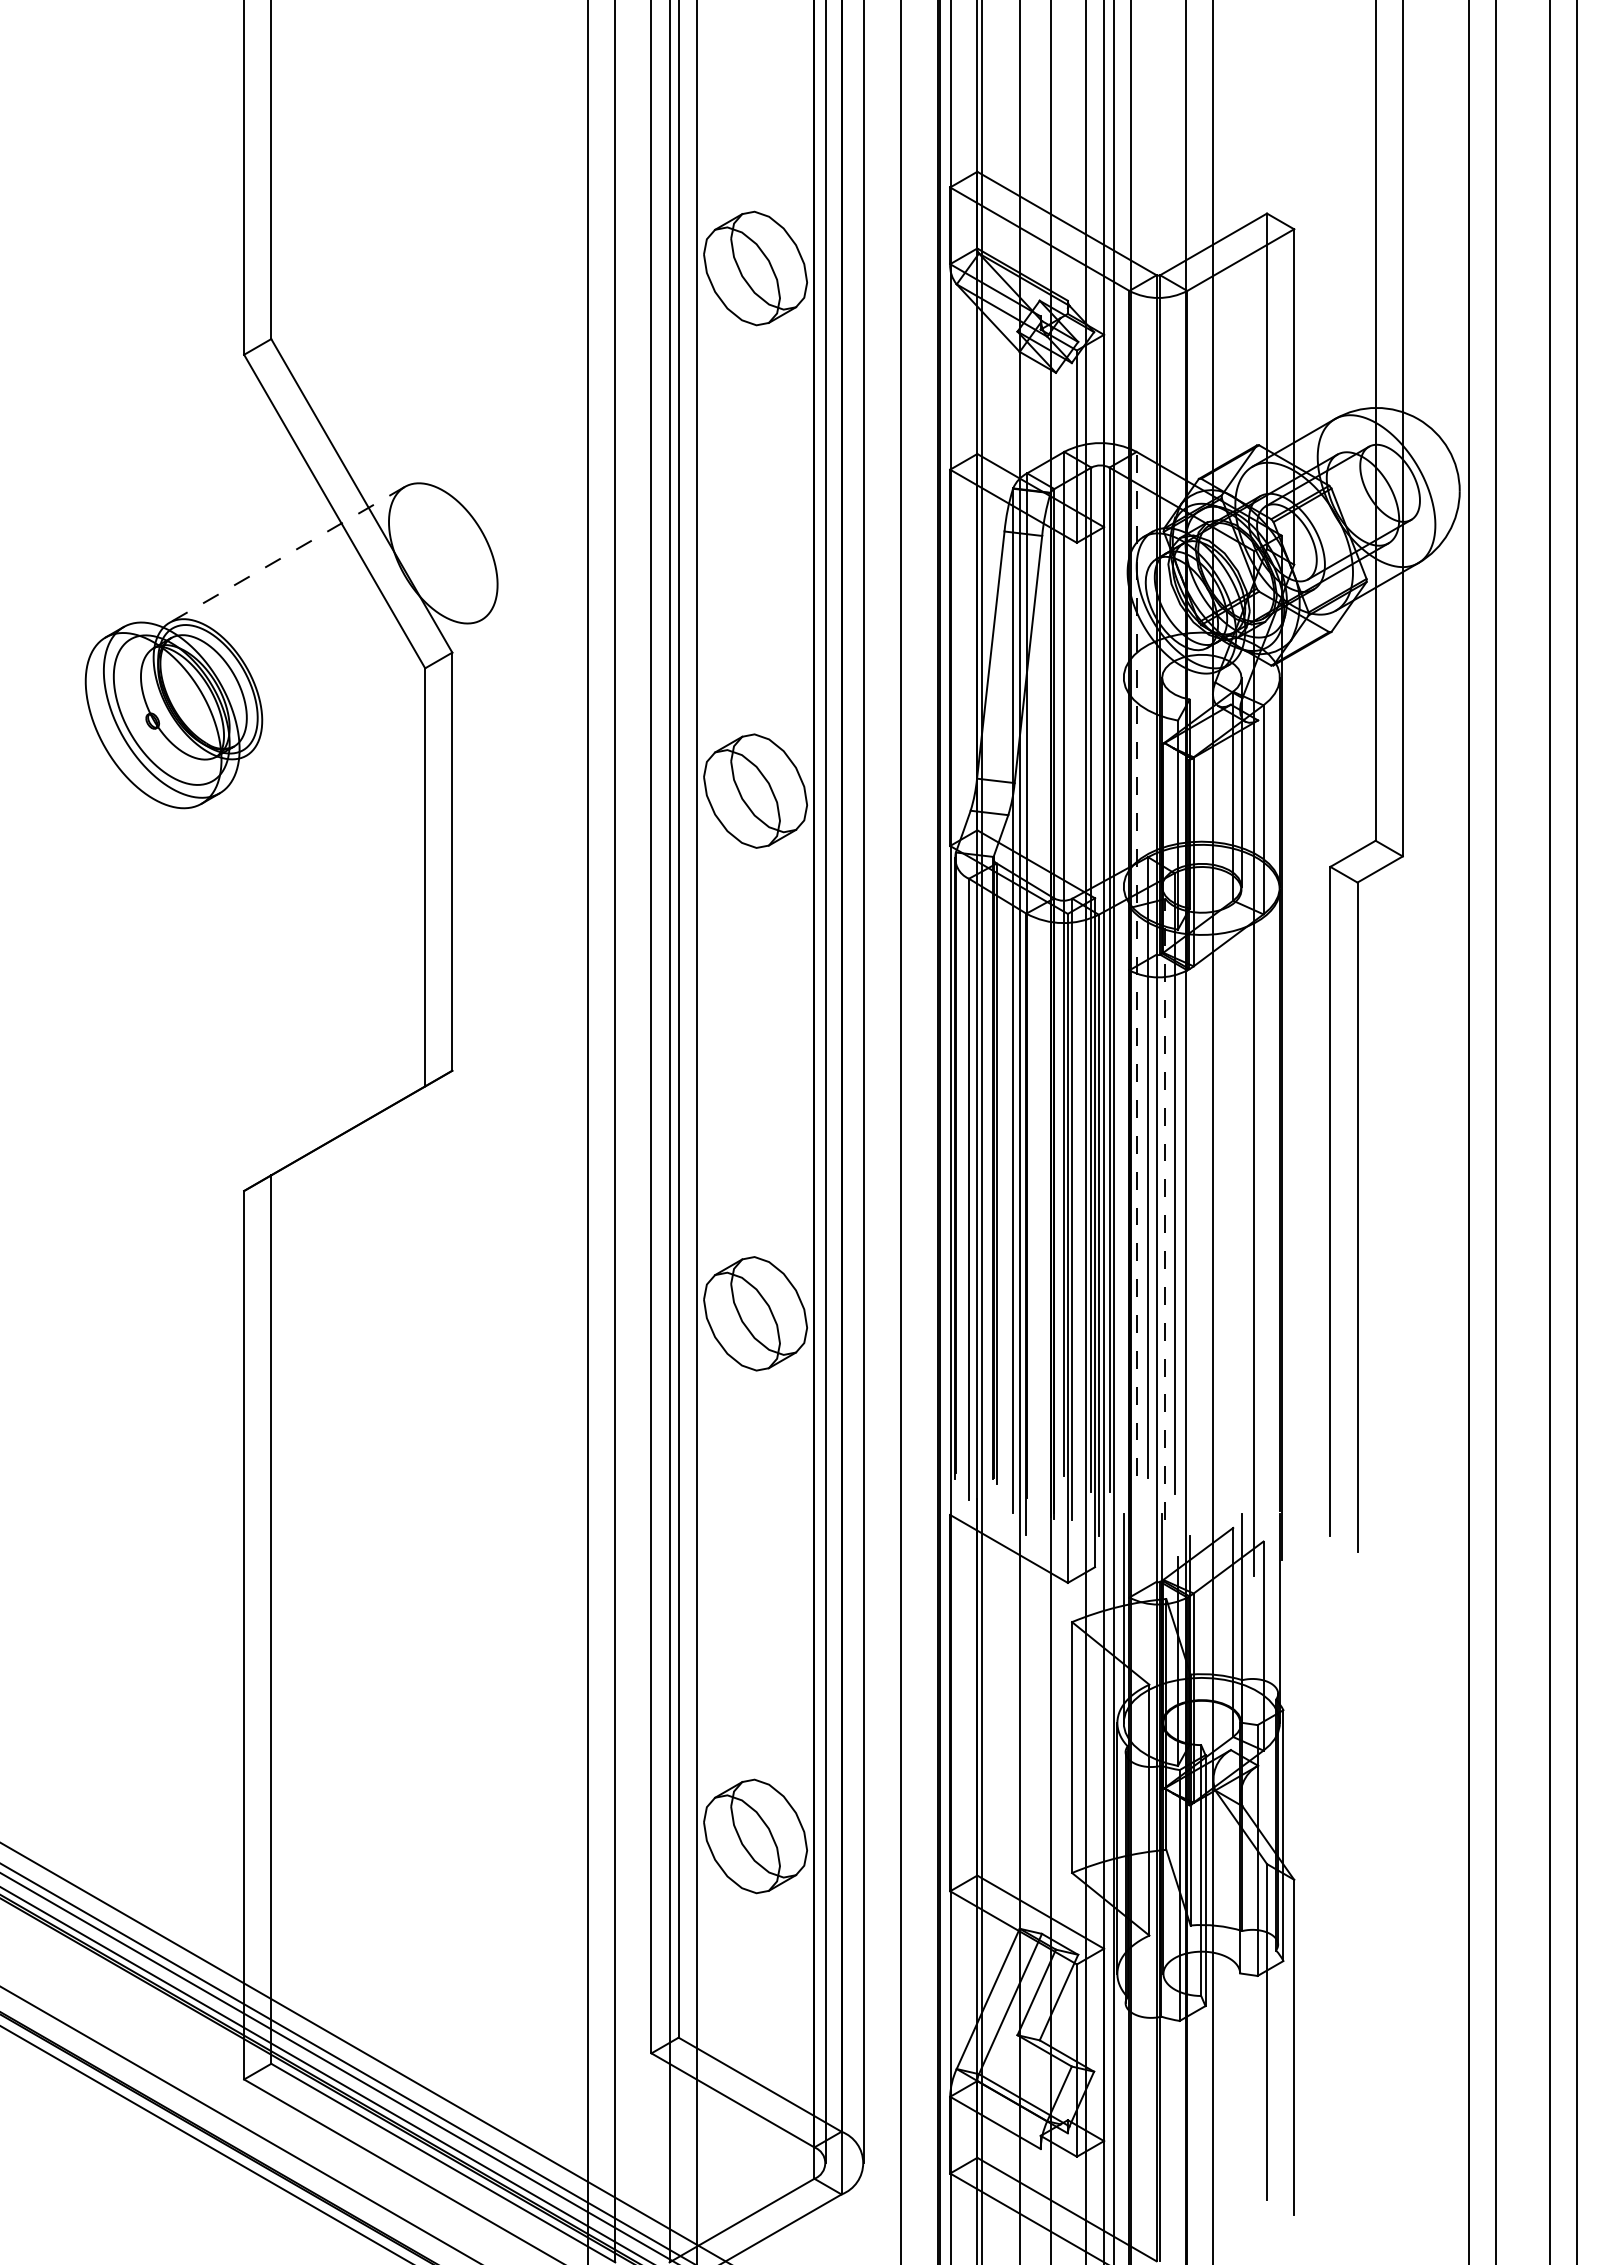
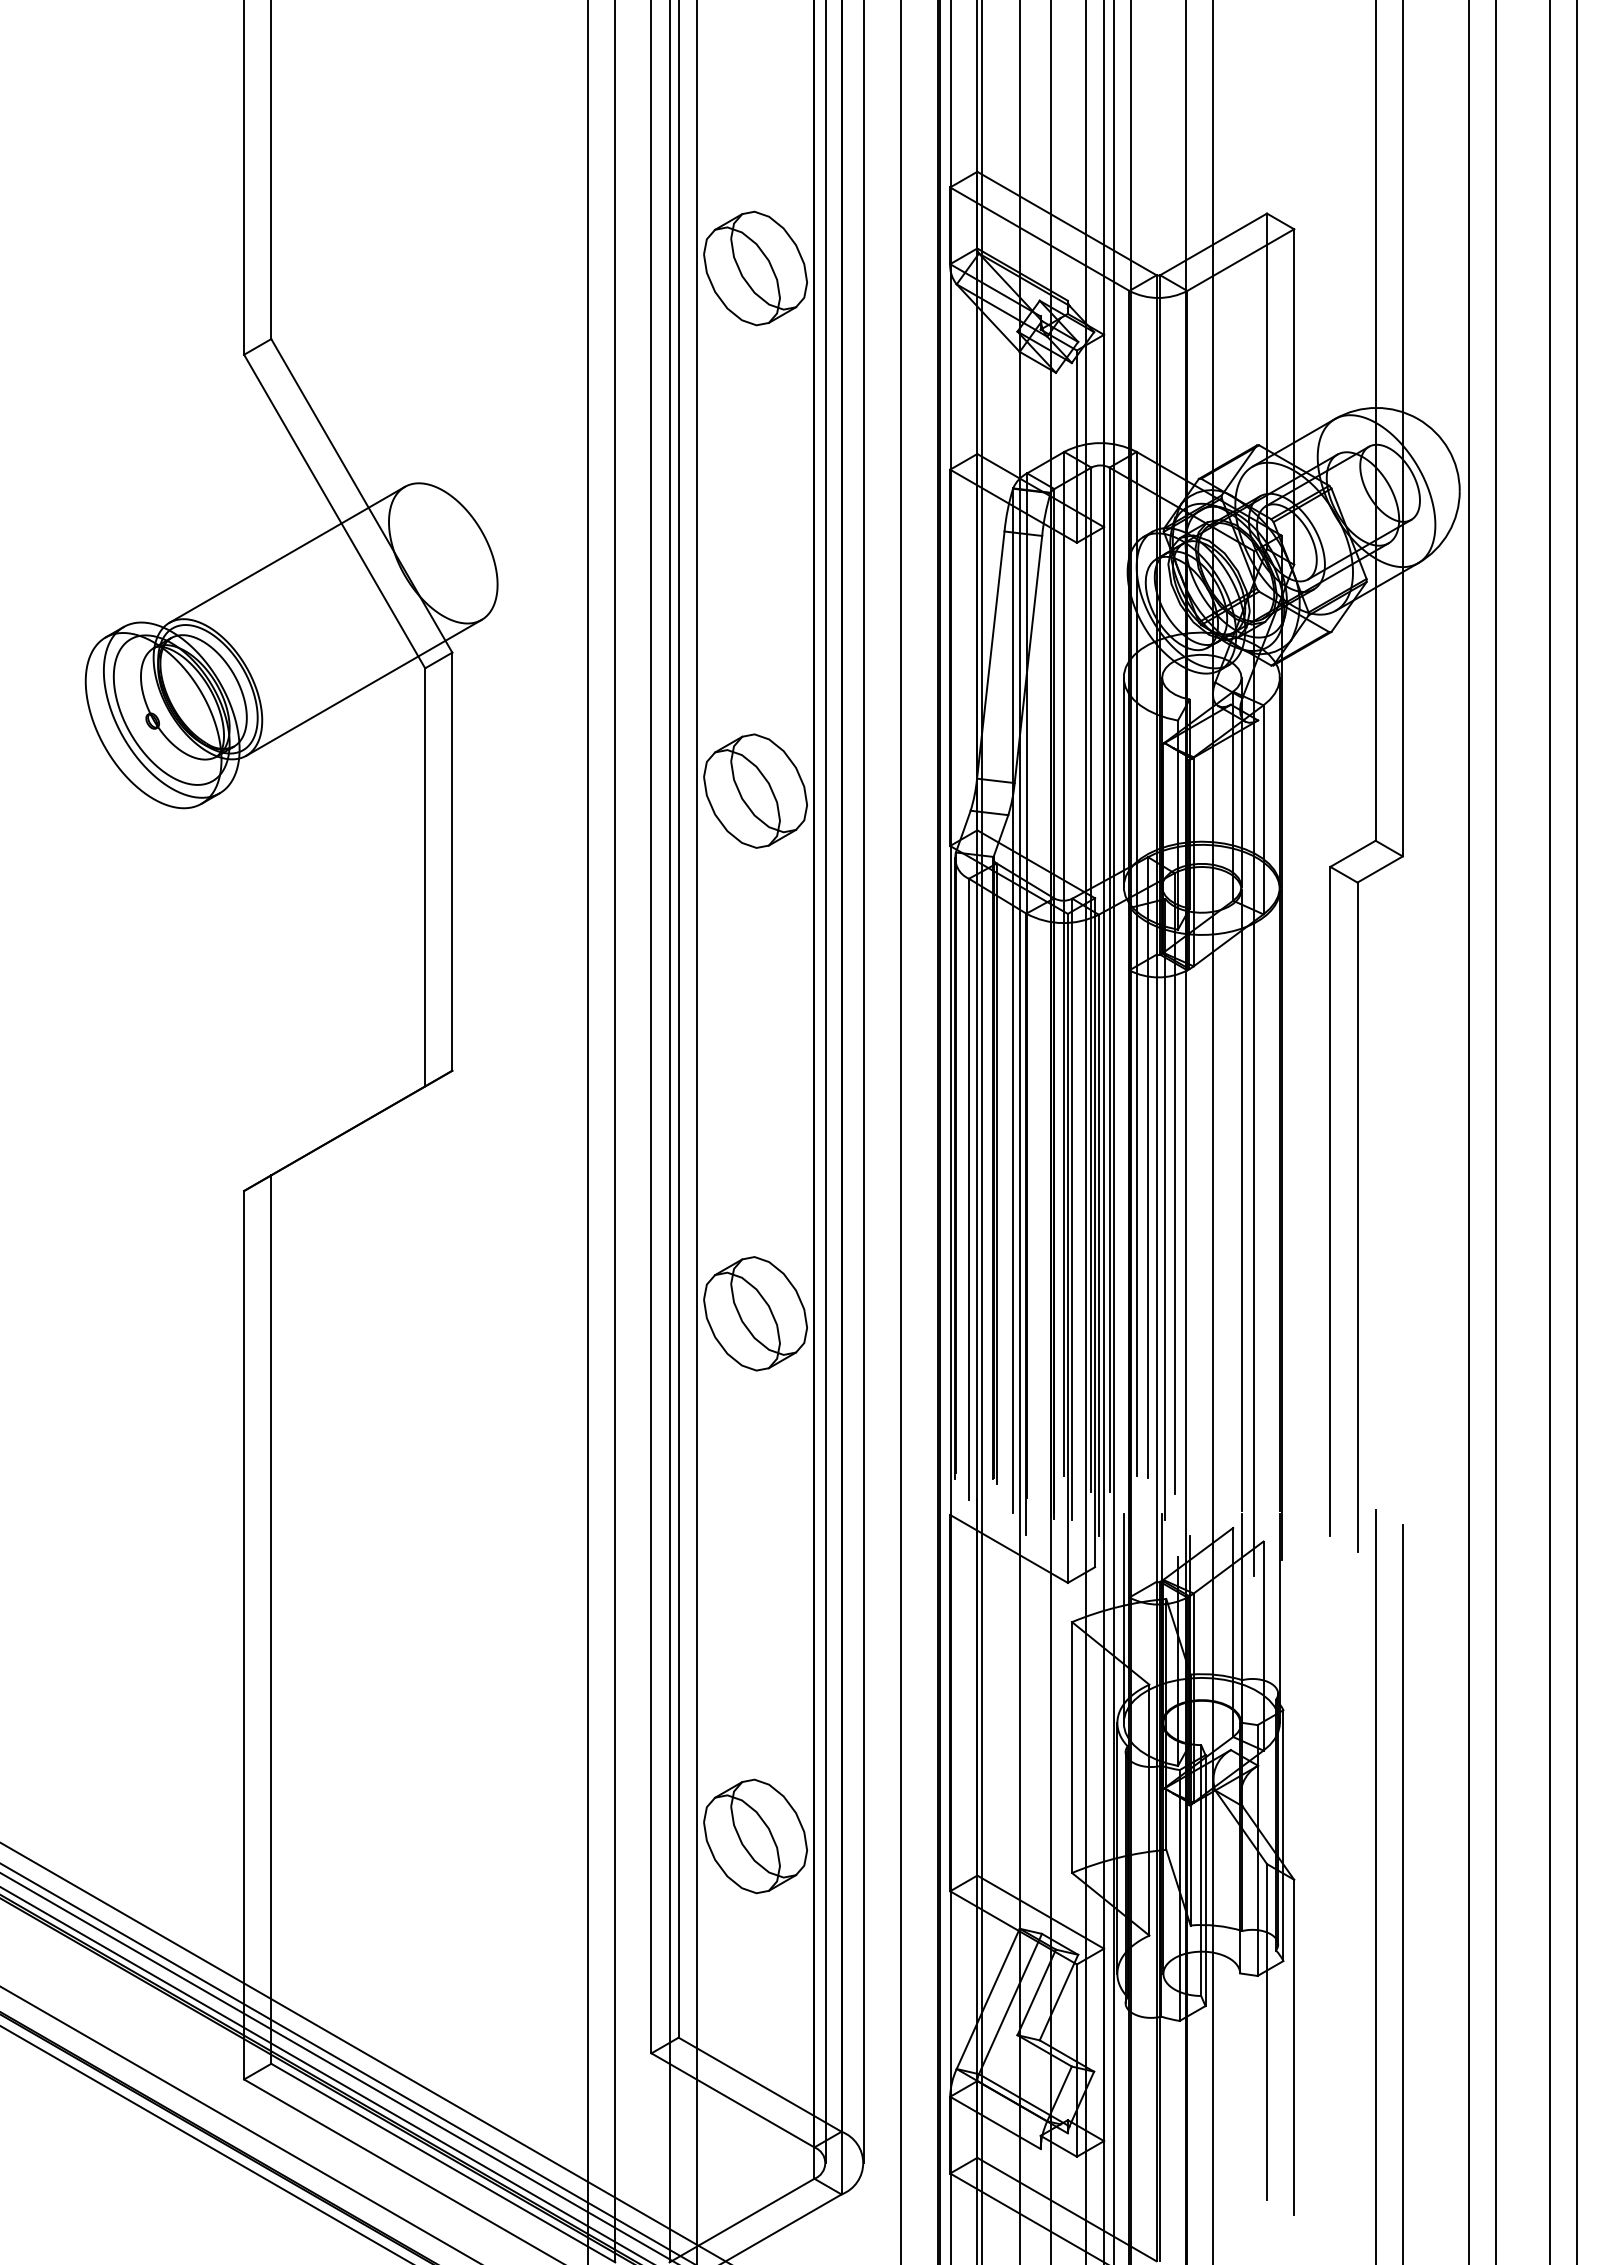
line at (287, 554): dashed -> solid
line at (363, 687): none -> present
line at (1123, 781): none -> present
line at (1136, 963): dashed -> solid
line at (1241, 1199): none -> present
line at (1165, 1208): dashed -> solid
line at (1375, 1885): none -> present
line at (1402, 1893): none -> present
